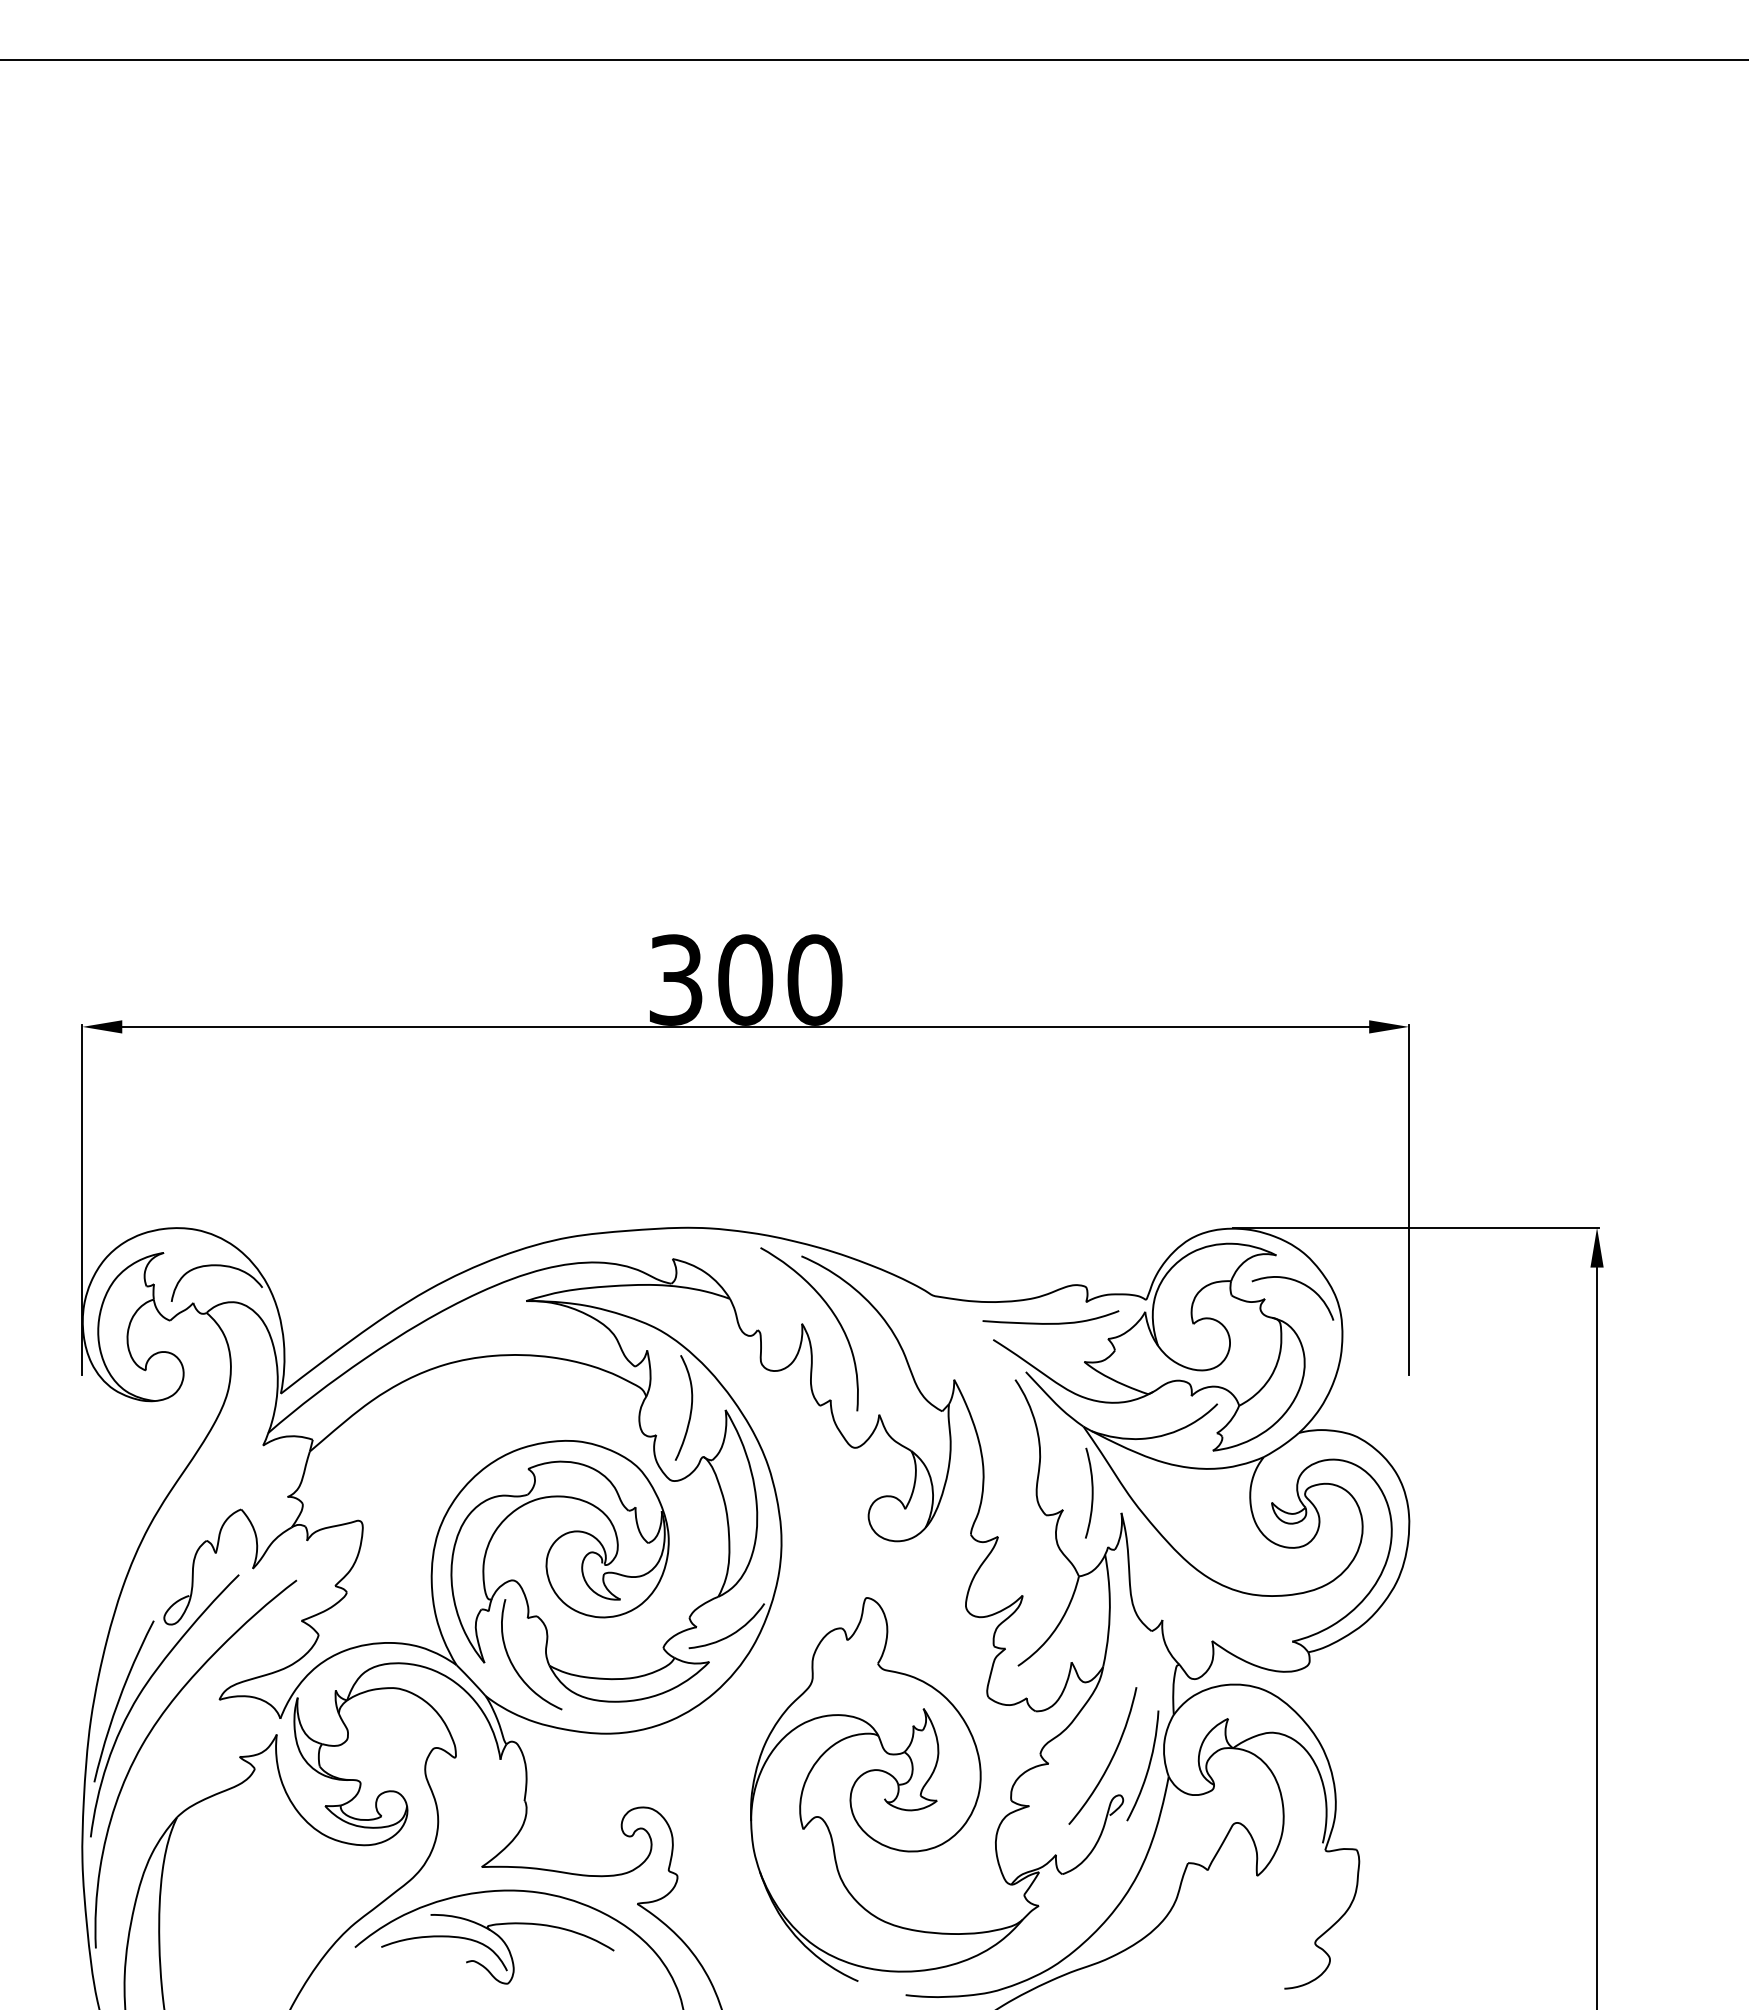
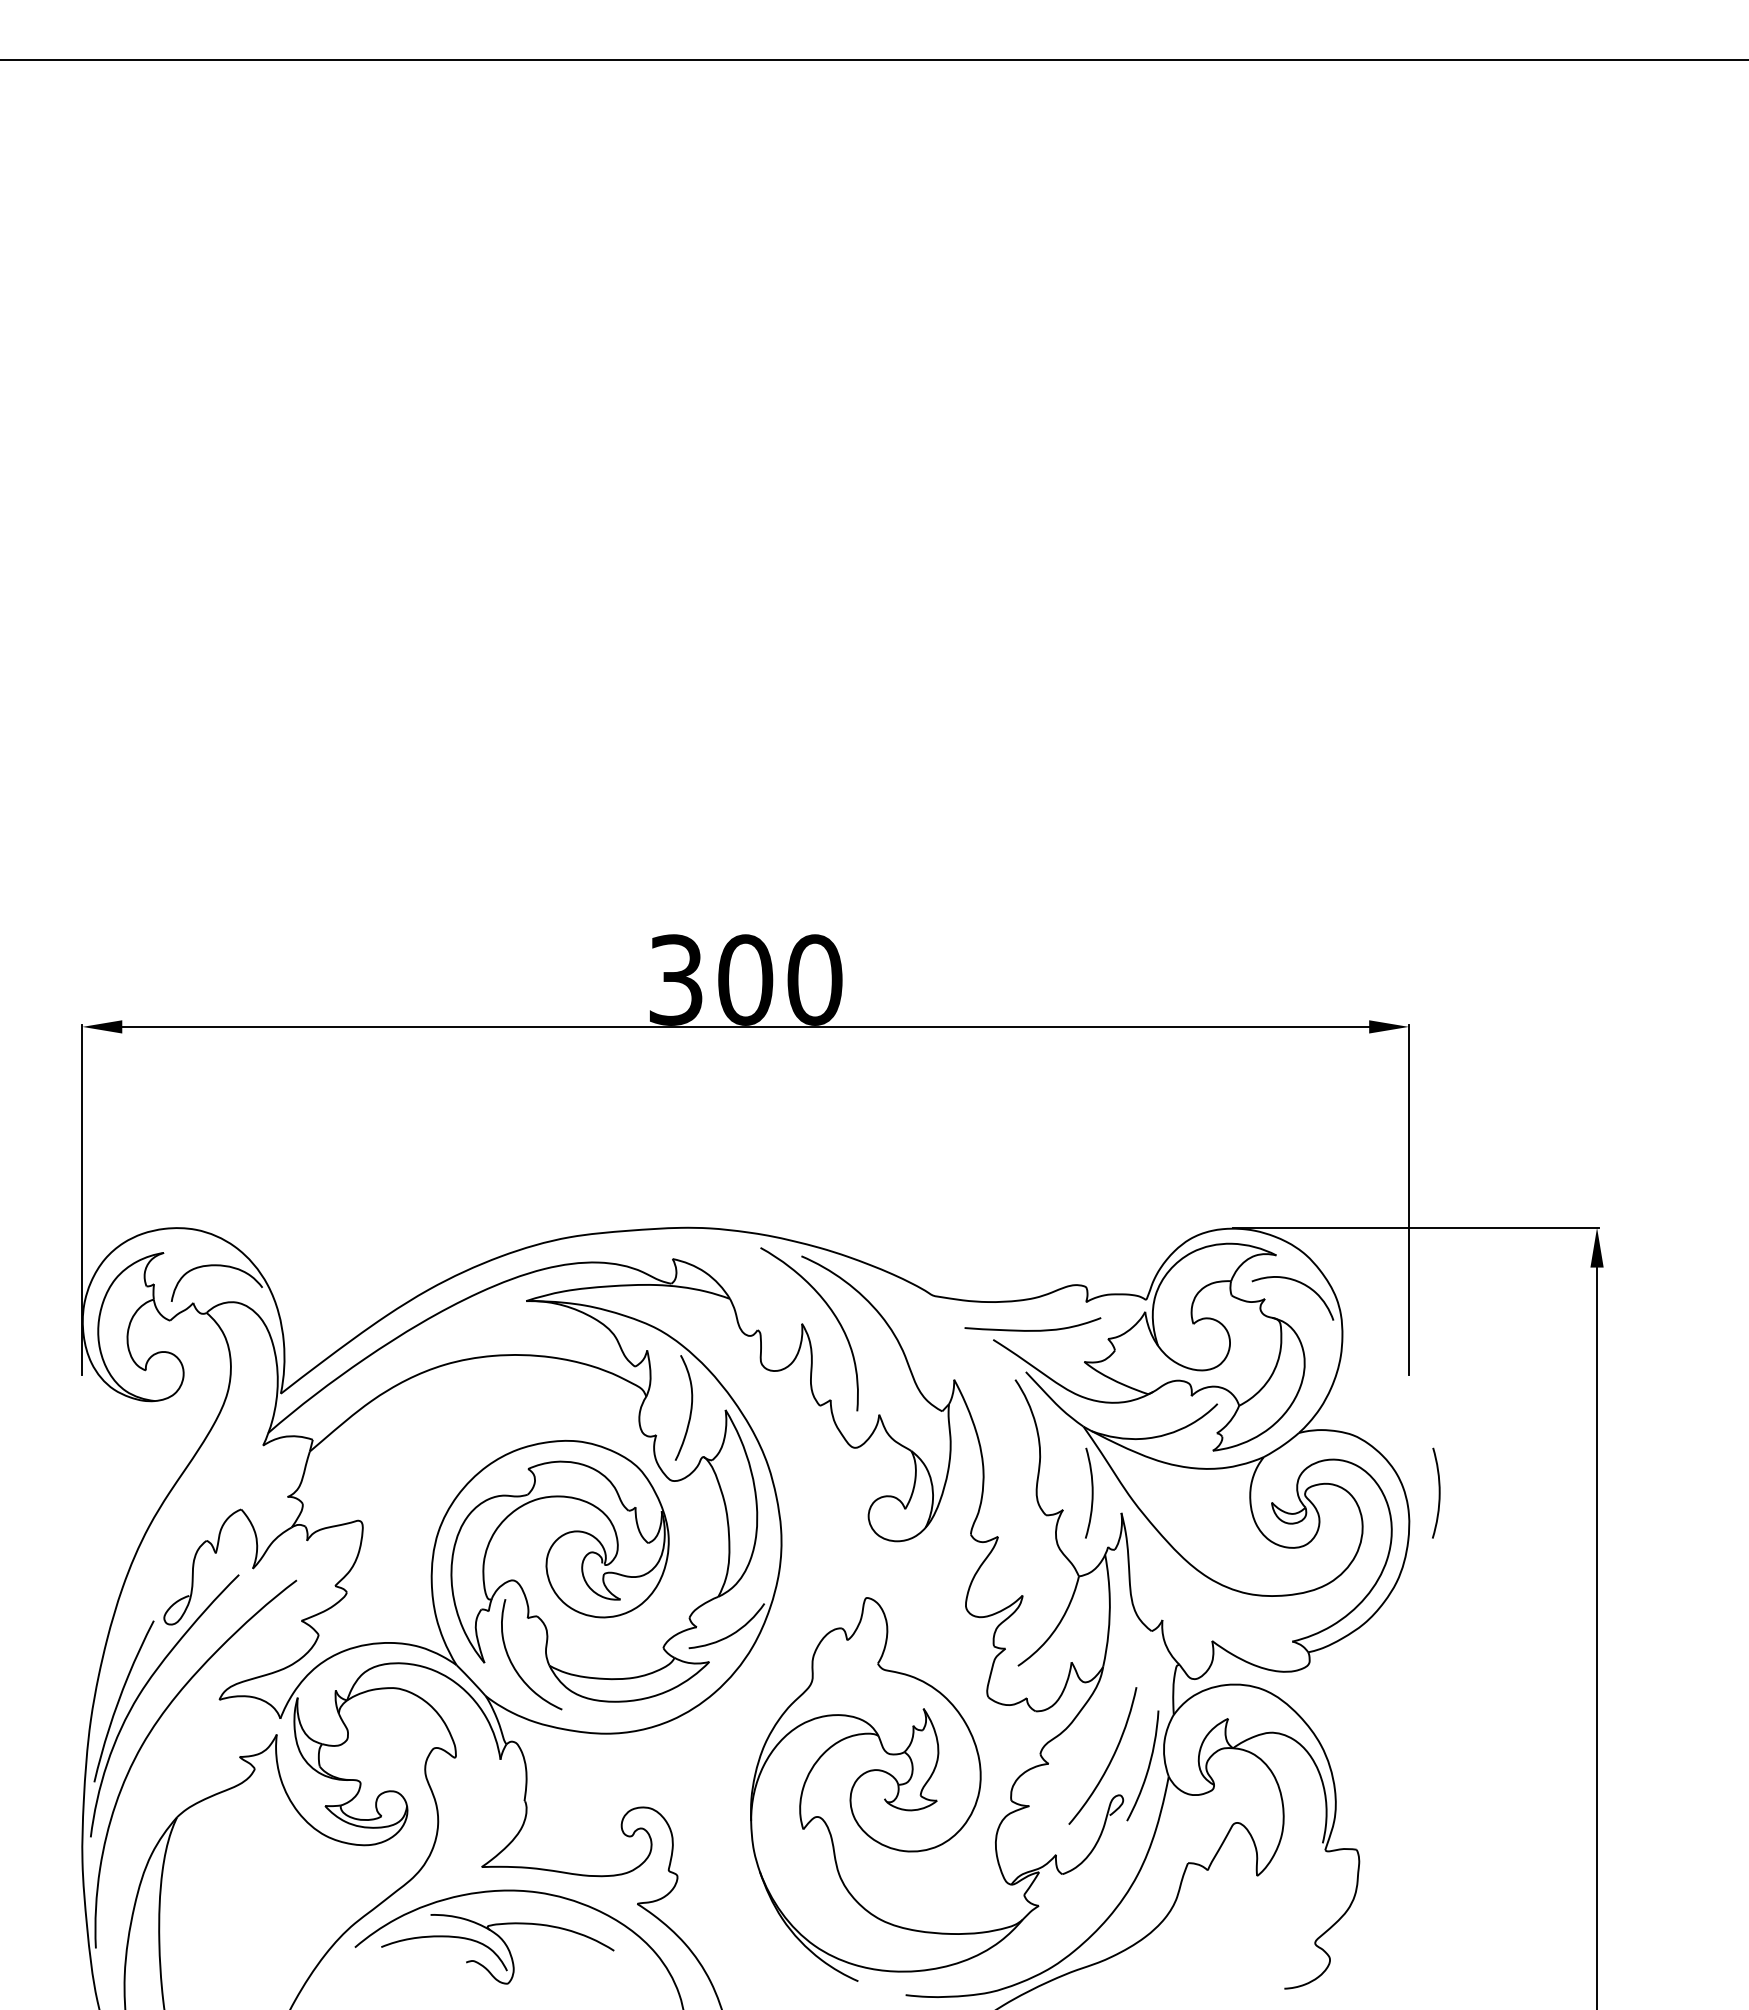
curve at (1052, 1322) position: (1052, 1322) -> (1034, 1329)
curve at (1438, 1492): none -> present
